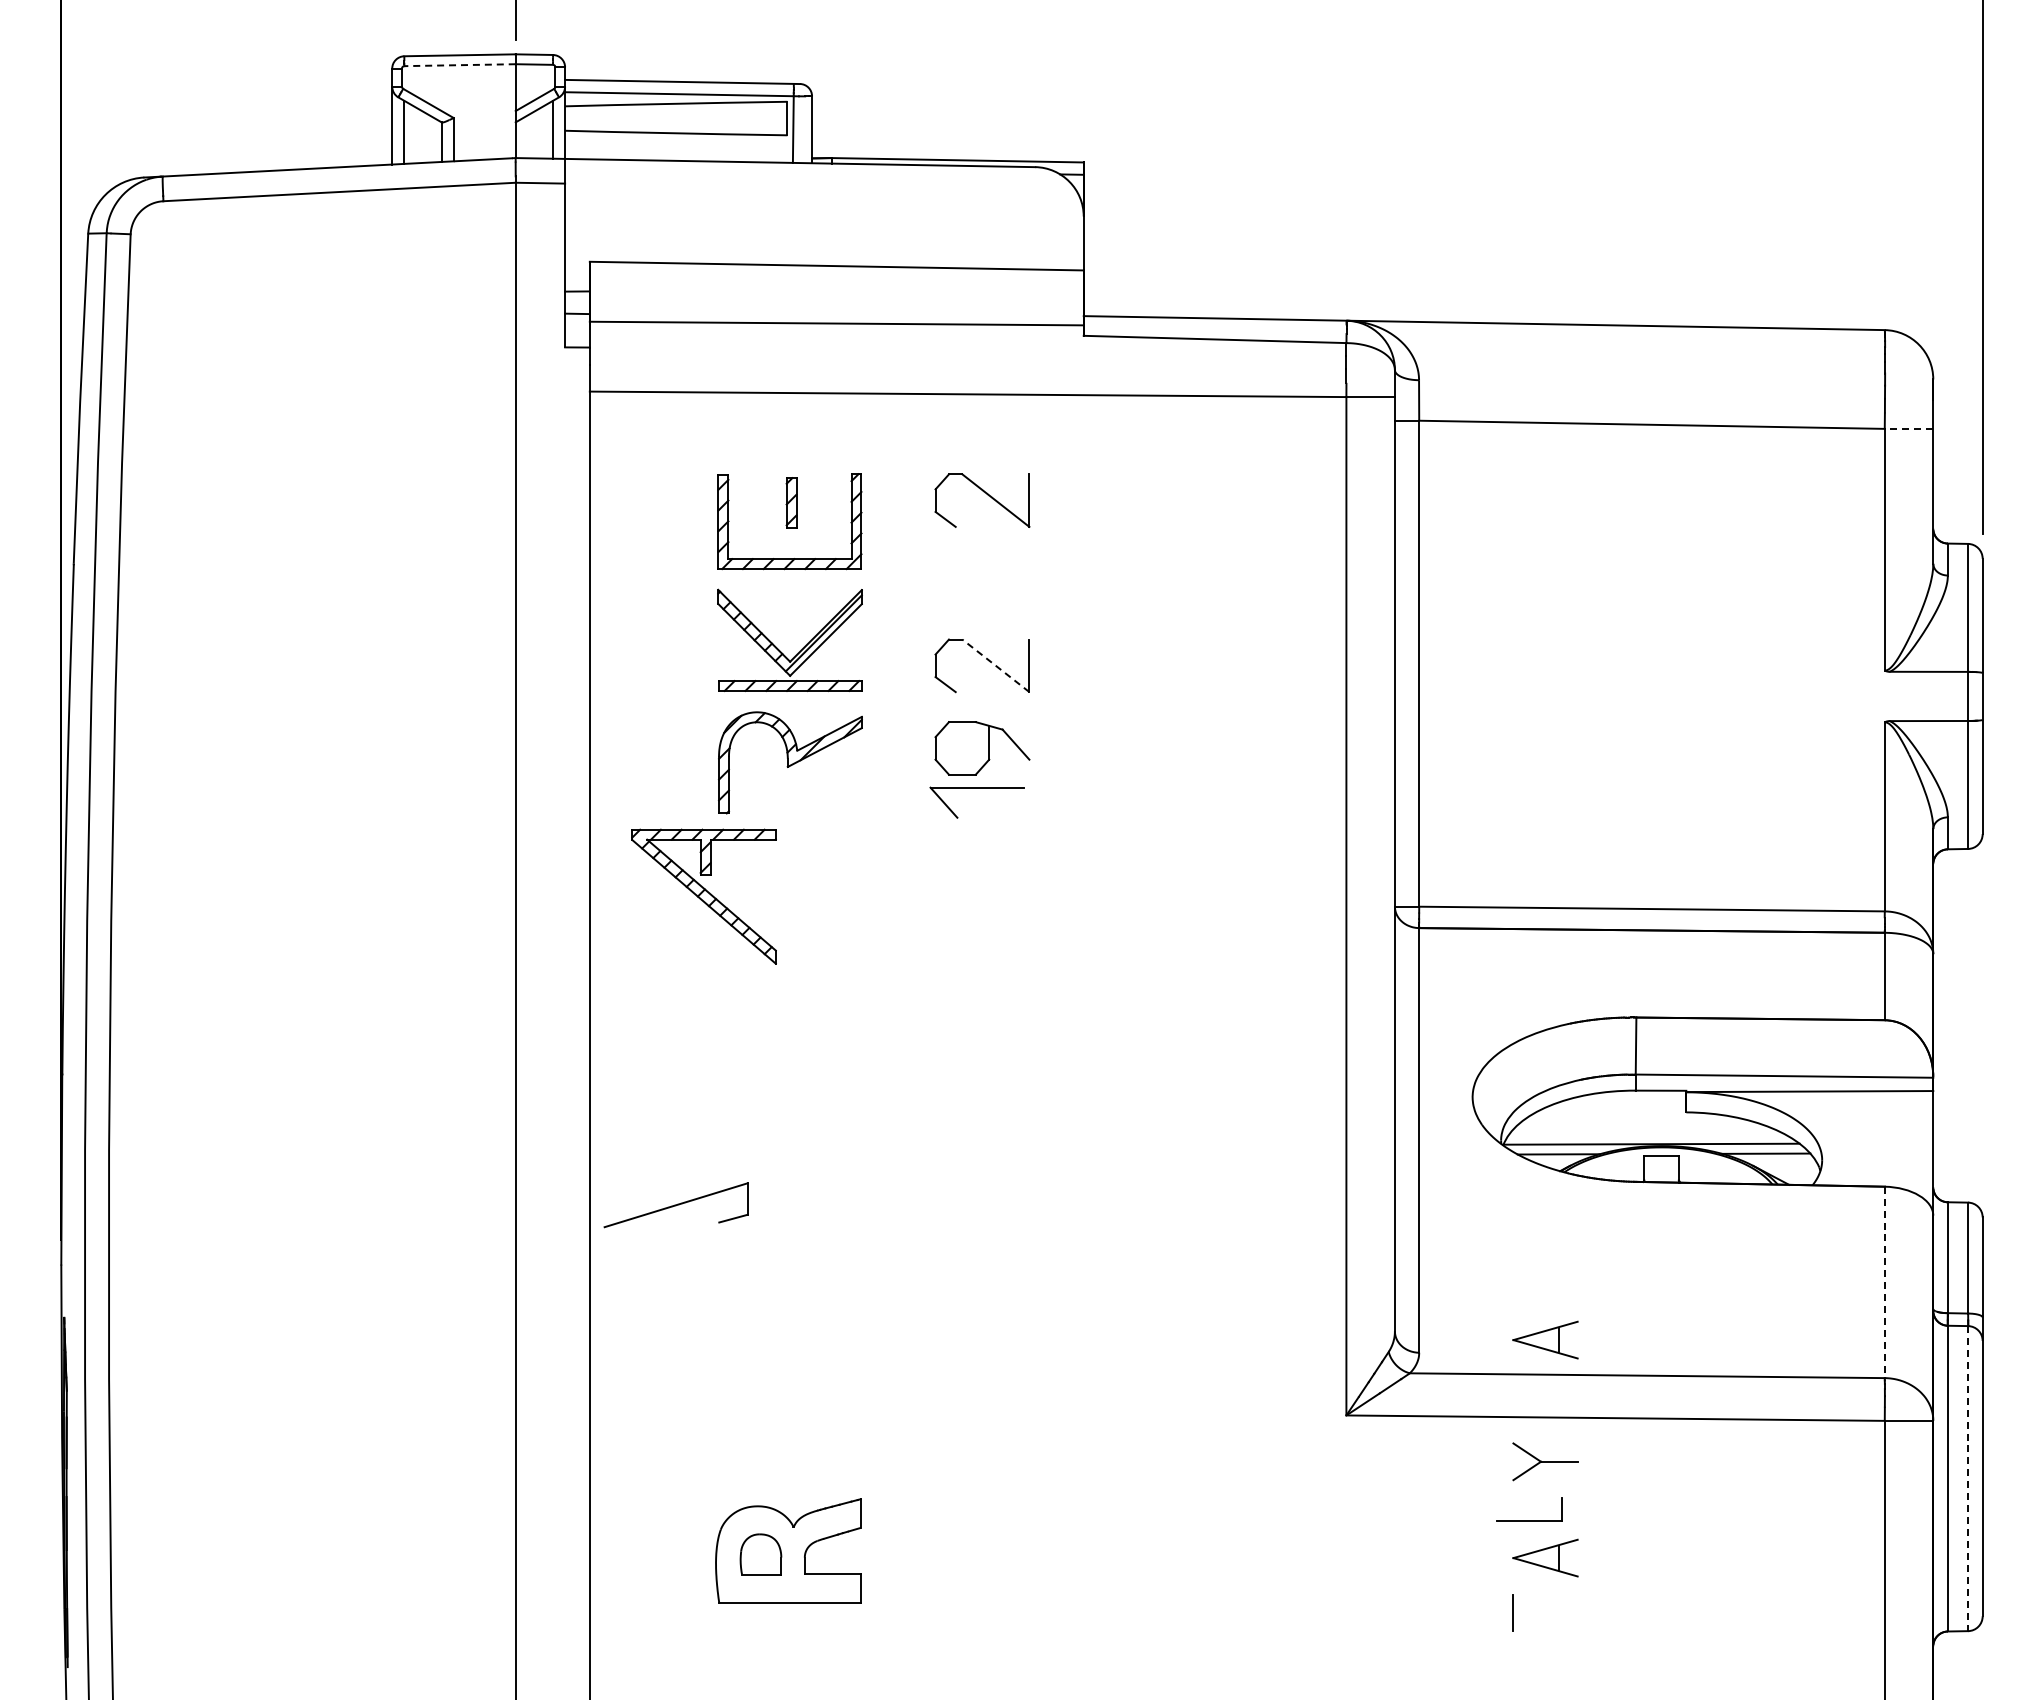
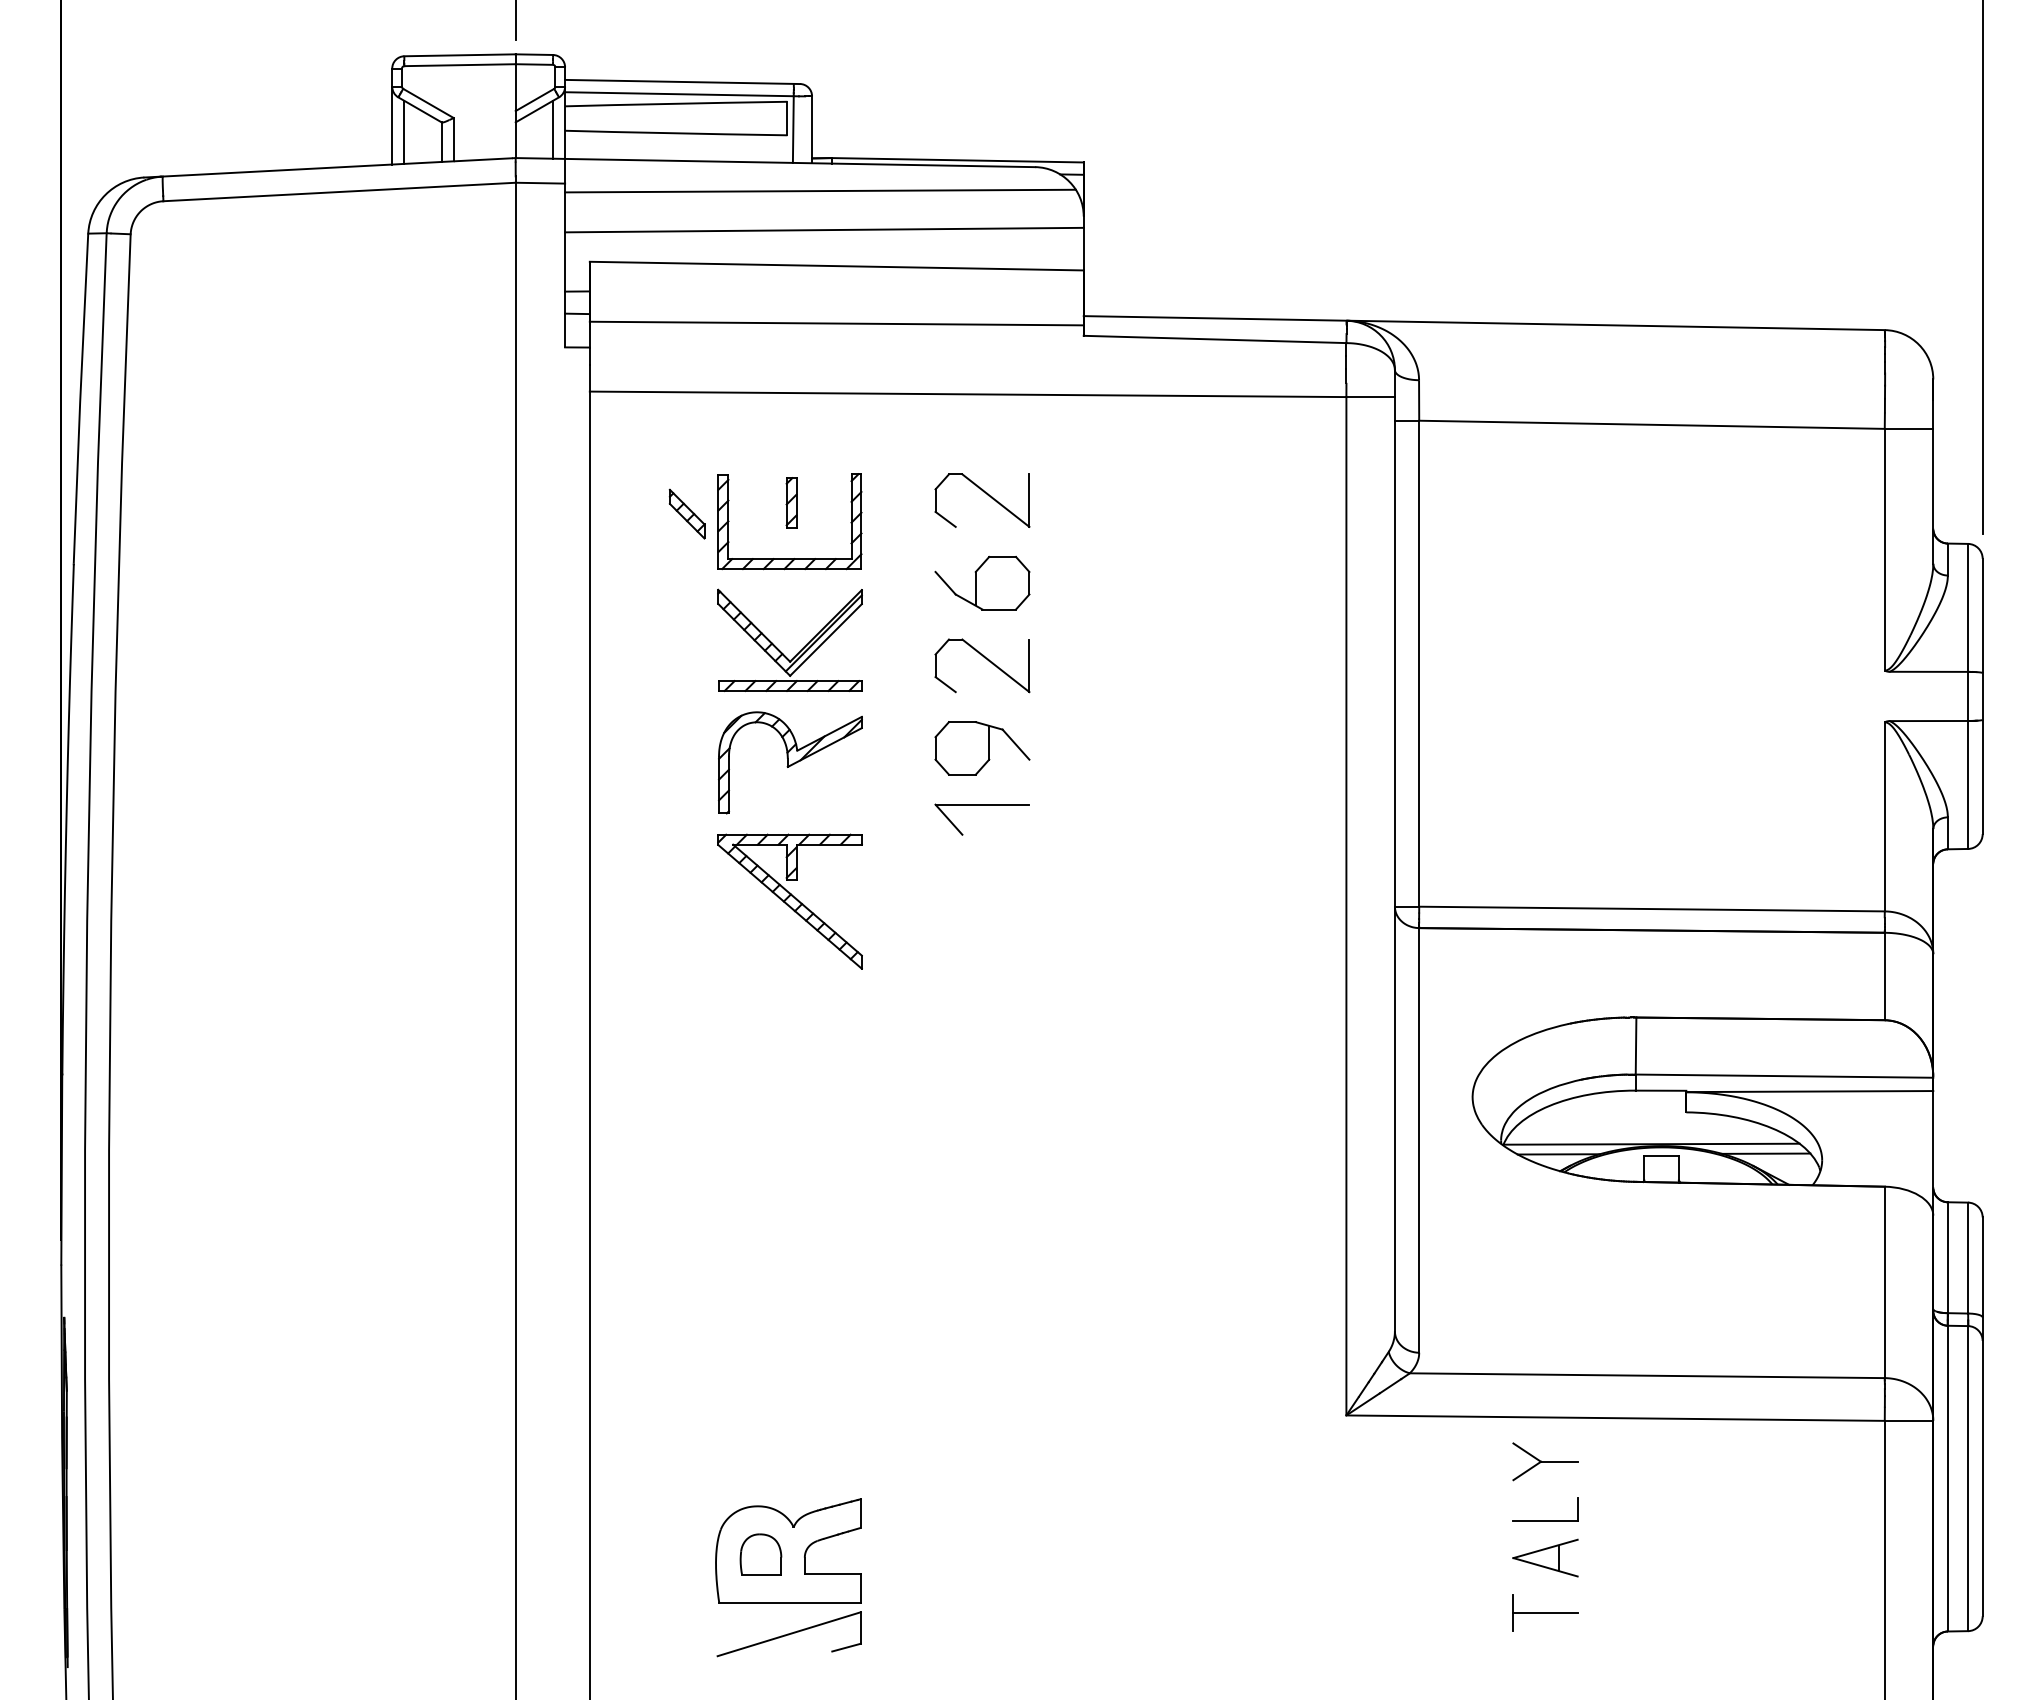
line at (460, 65): dashed -> solid
line at (820, 190): none -> present
line at (824, 229): none -> present
line at (1908, 428): dashed -> solid
part at (686, 513): none -> present
part at (982, 582): none -> present
line at (995, 665): dashed -> solid
part at (976, 788) position: (976, 788) -> (981, 805)
part at (703, 896) position: (703, 896) -> (789, 901)
part at (675, 1205) position: (675, 1205) -> (788, 1634)
line at (1884, 1282): dashed -> solid
part at (1545, 1339): present -> none
line at (1968, 1478): dashed -> solid
part at (1529, 1520) position: (1529, 1520) -> (1545, 1520)
line at (1545, 1613): none -> present
